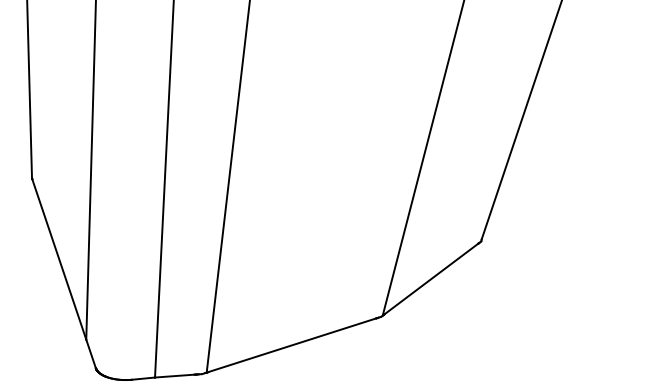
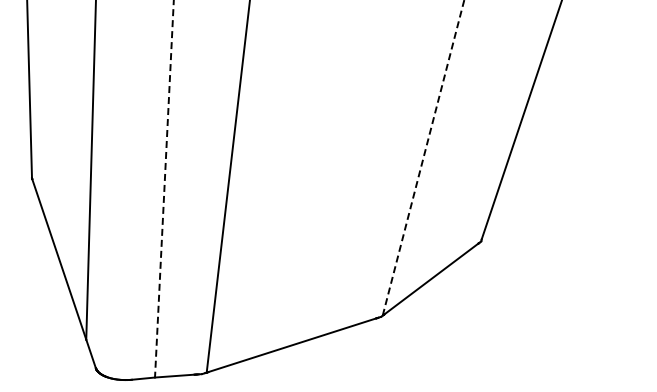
line at (423, 158): solid -> dashed
line at (164, 188): solid -> dashed
